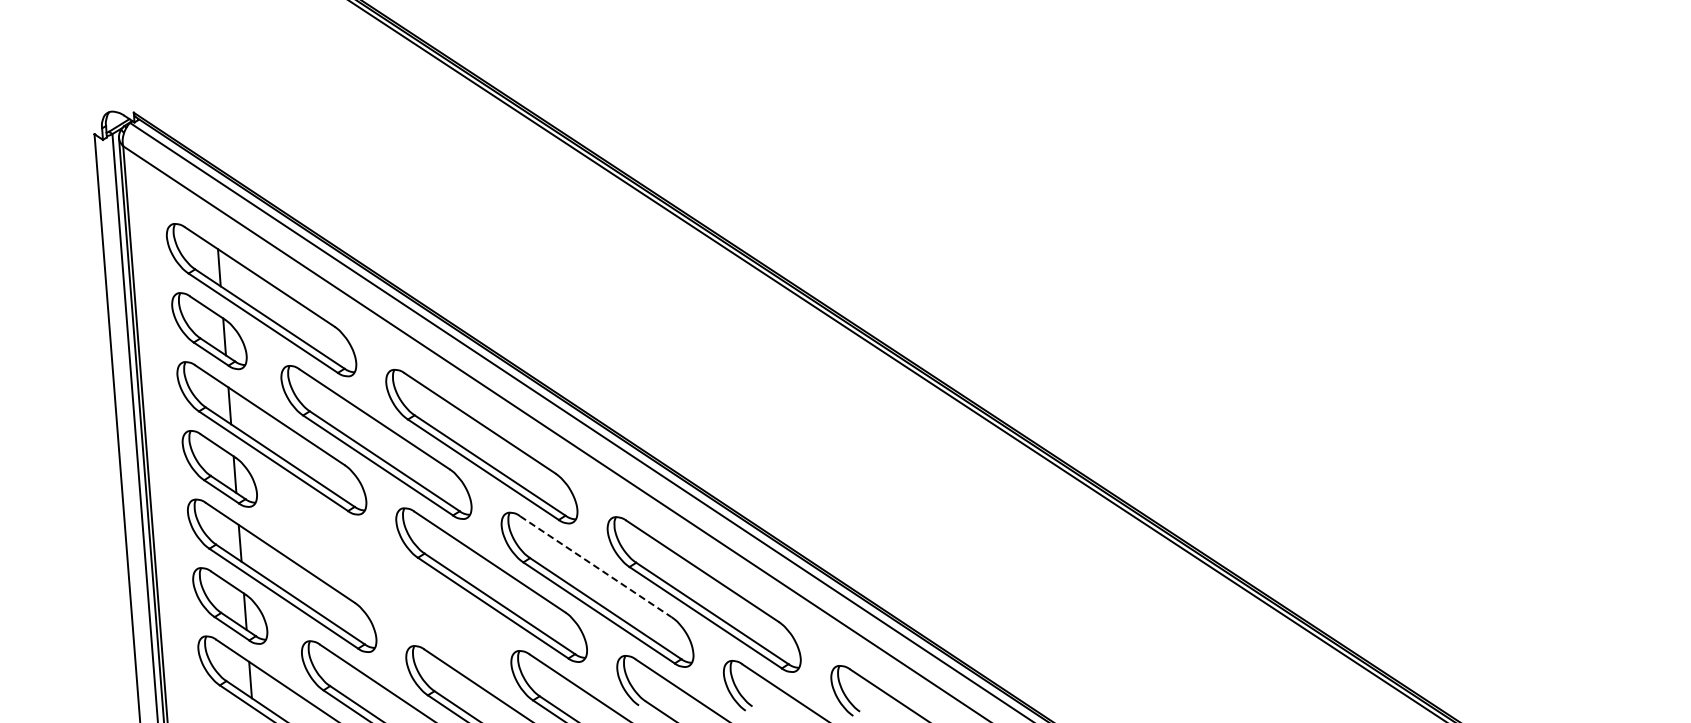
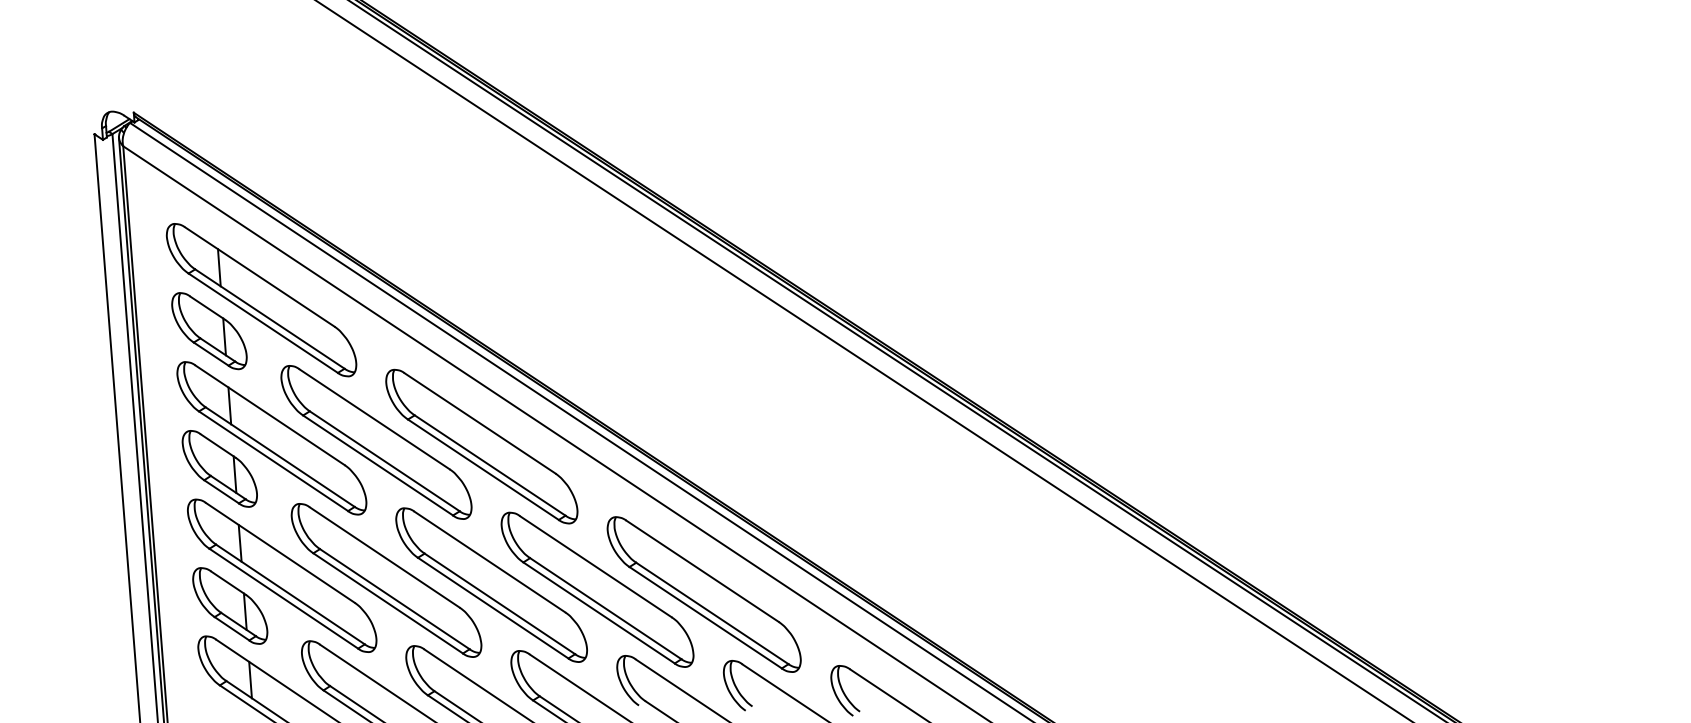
line at (863, 360): none -> present
line at (595, 566): dashed -> solid
part at (386, 580): none -> present
